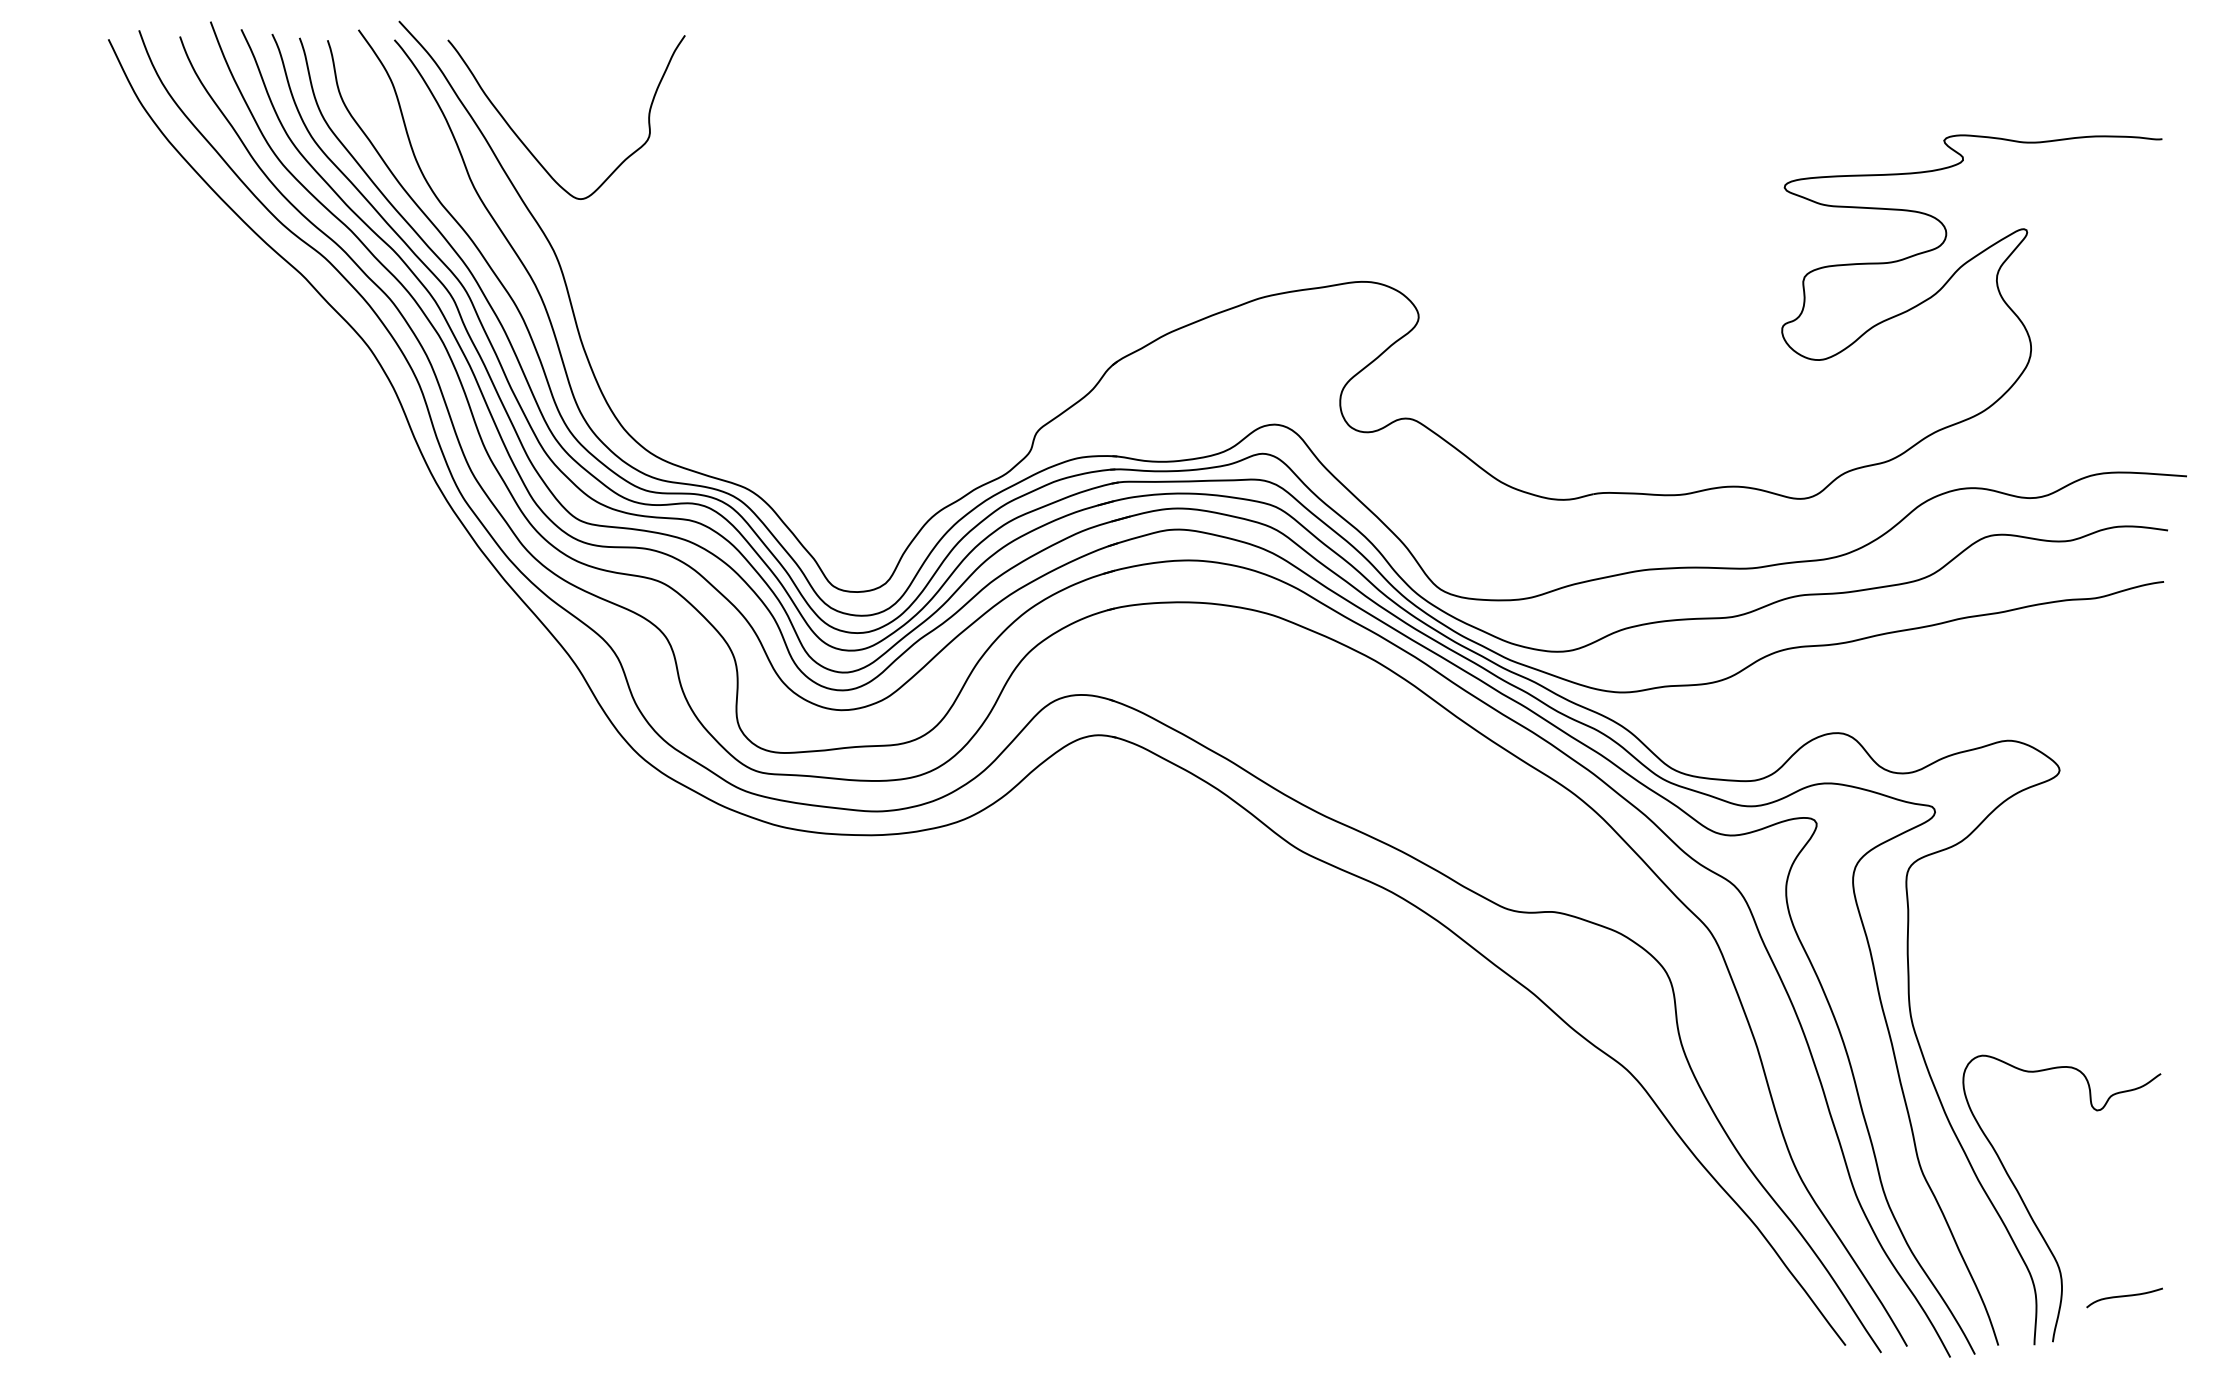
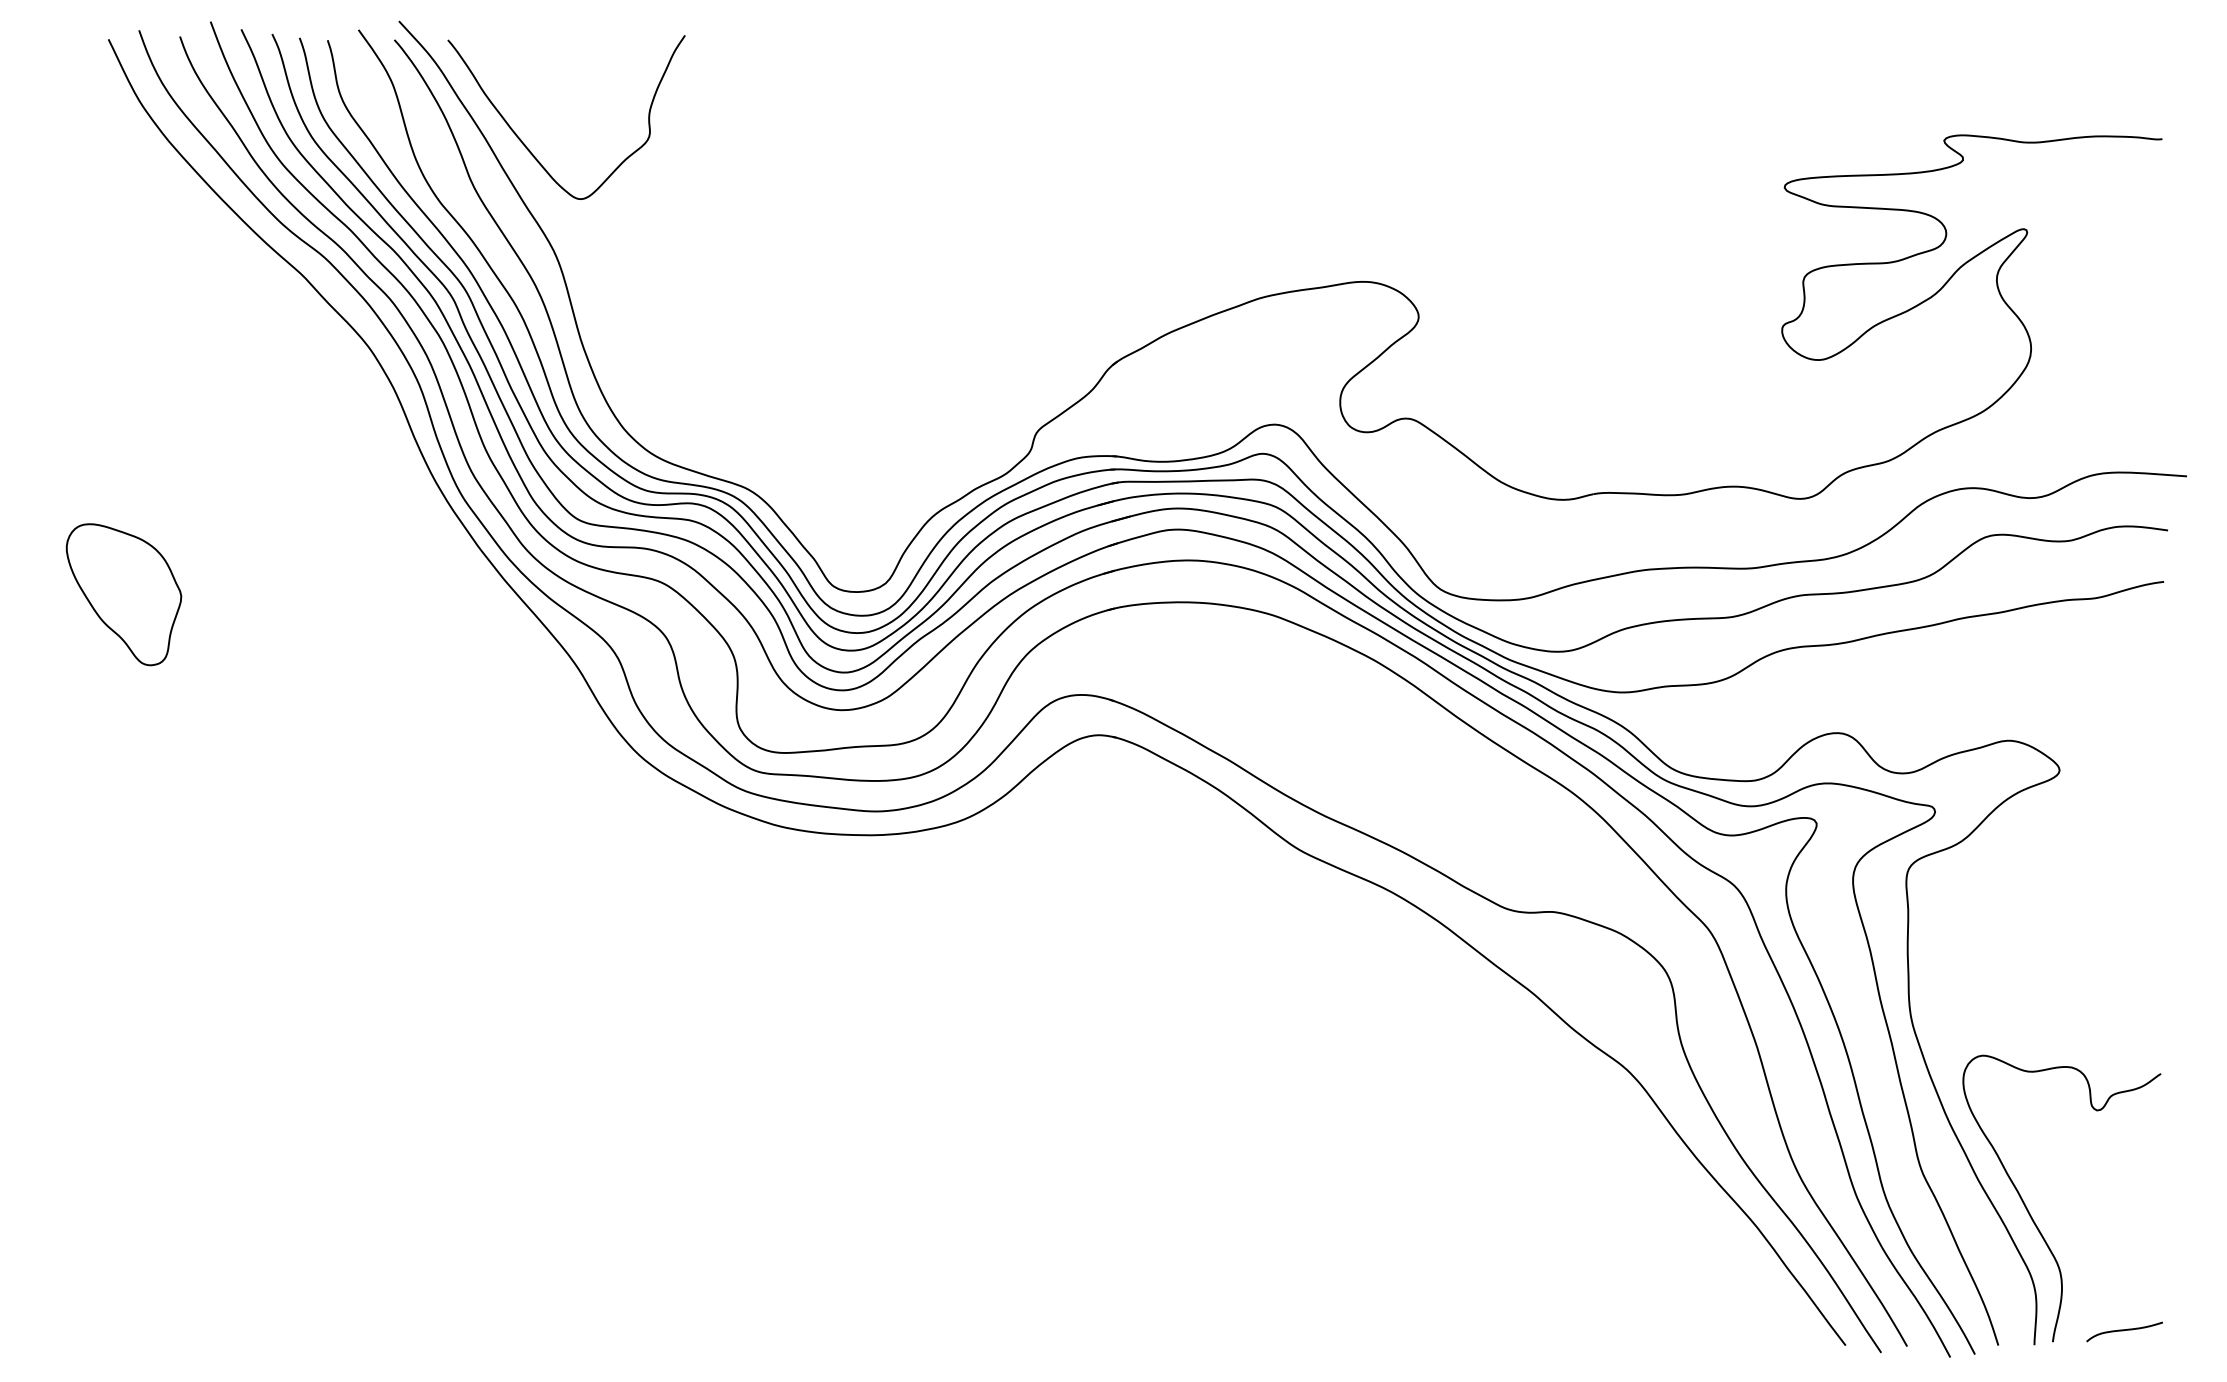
part at (123, 594): none -> present
curve at (2124, 1296) position: (2124, 1296) -> (2124, 1330)
